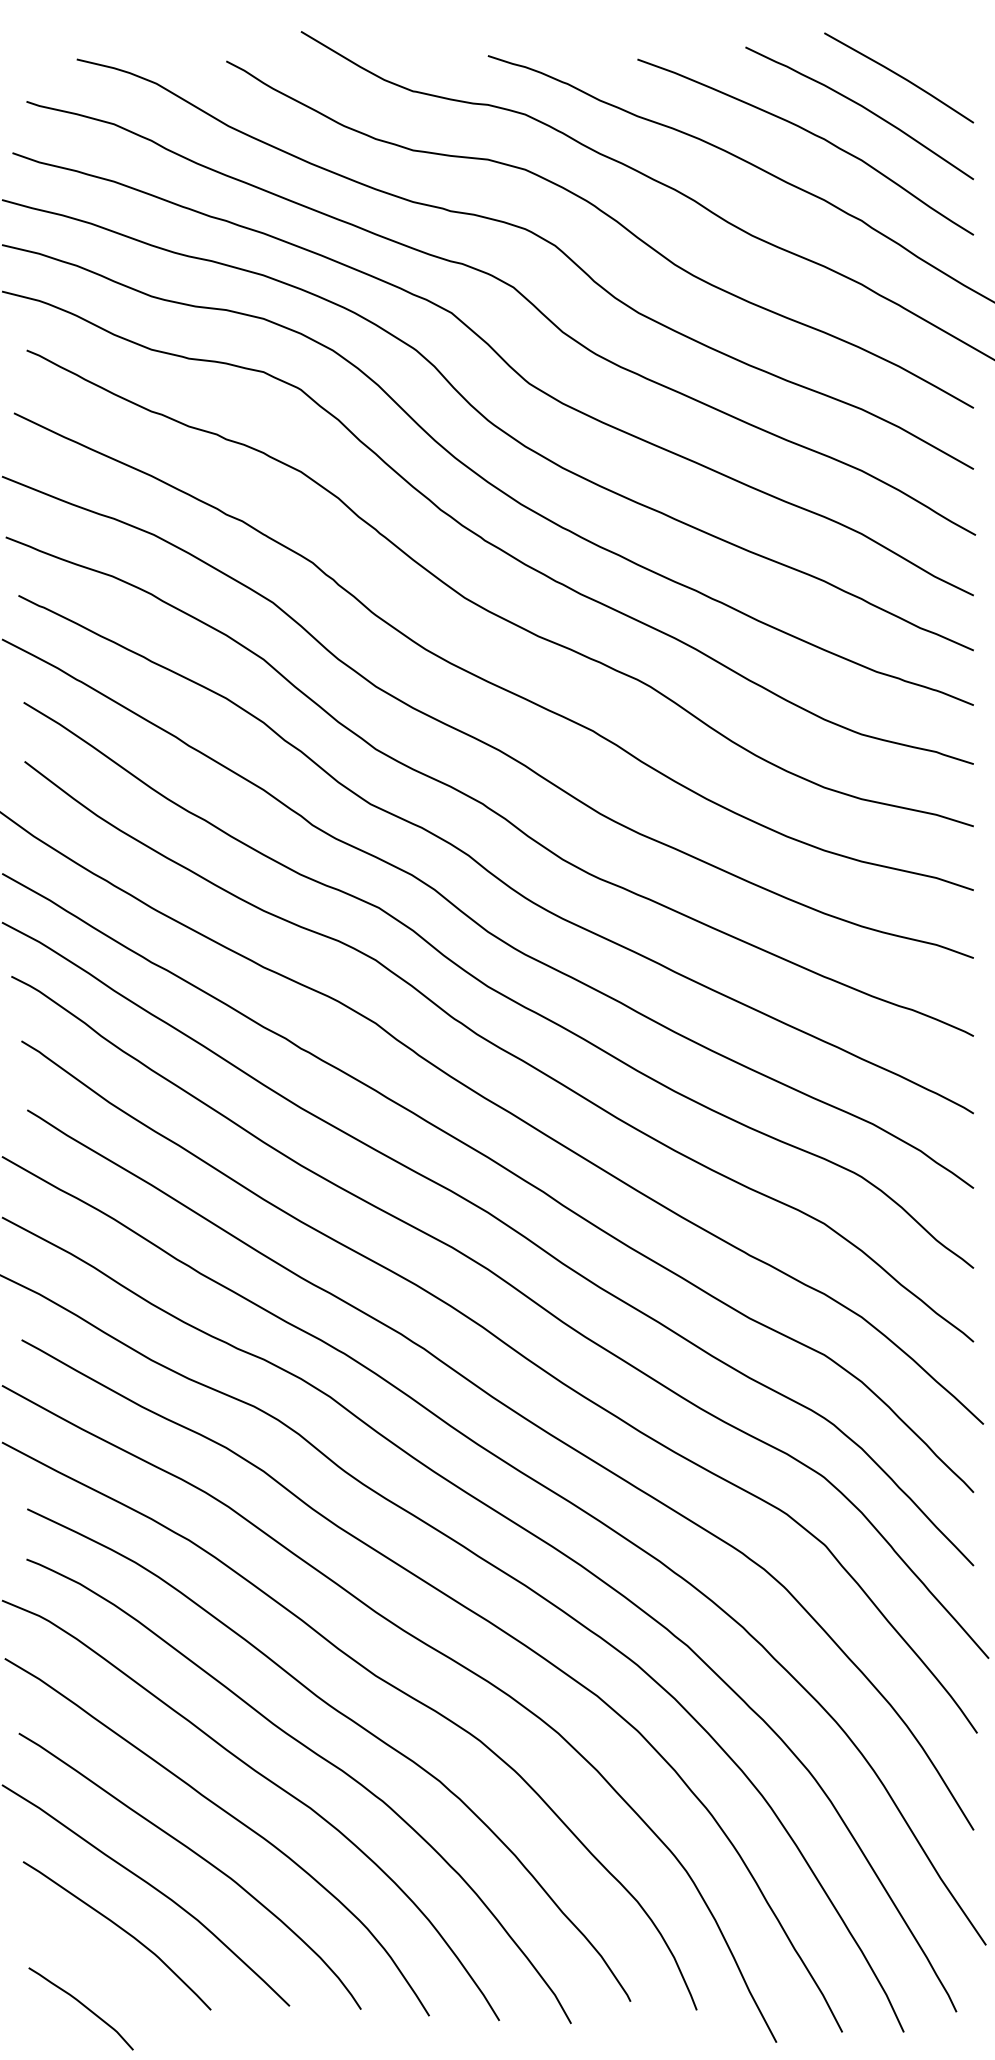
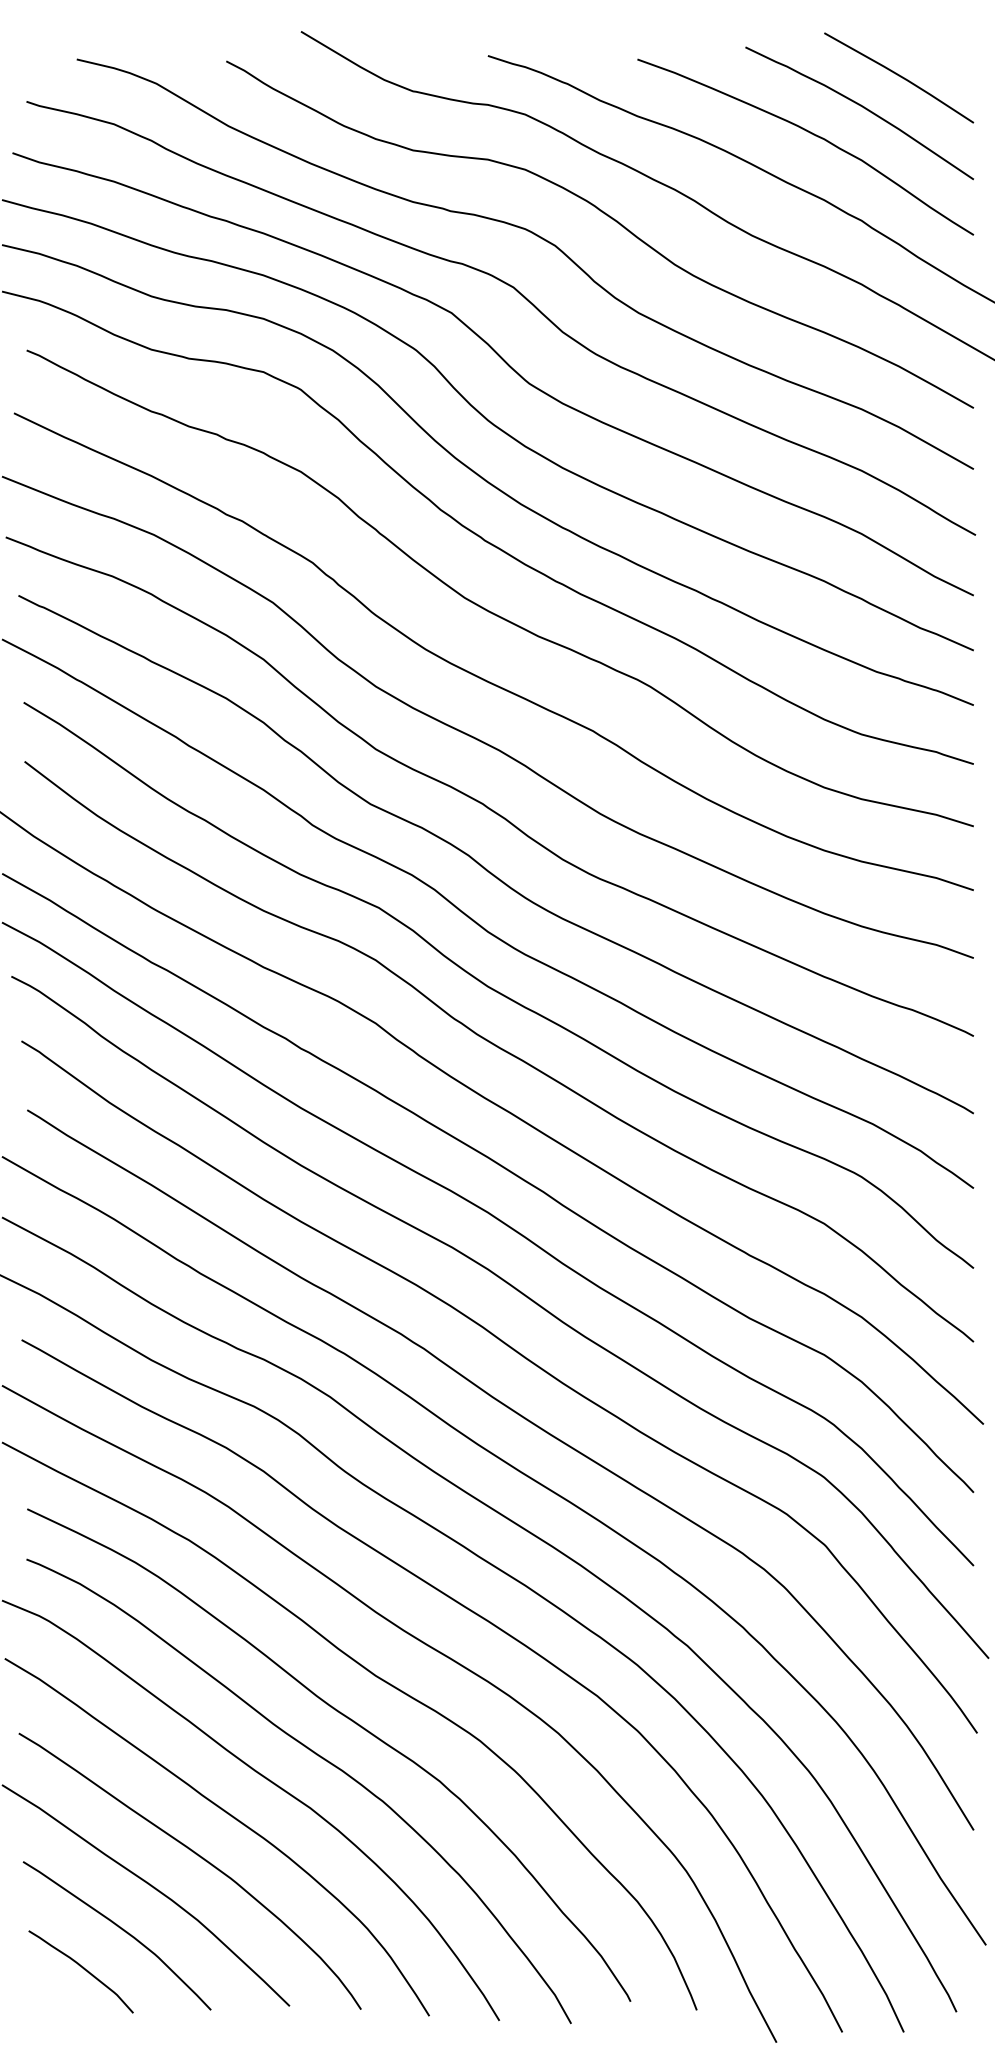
curve at (82, 2005) position: (82, 2005) -> (82, 1968)
